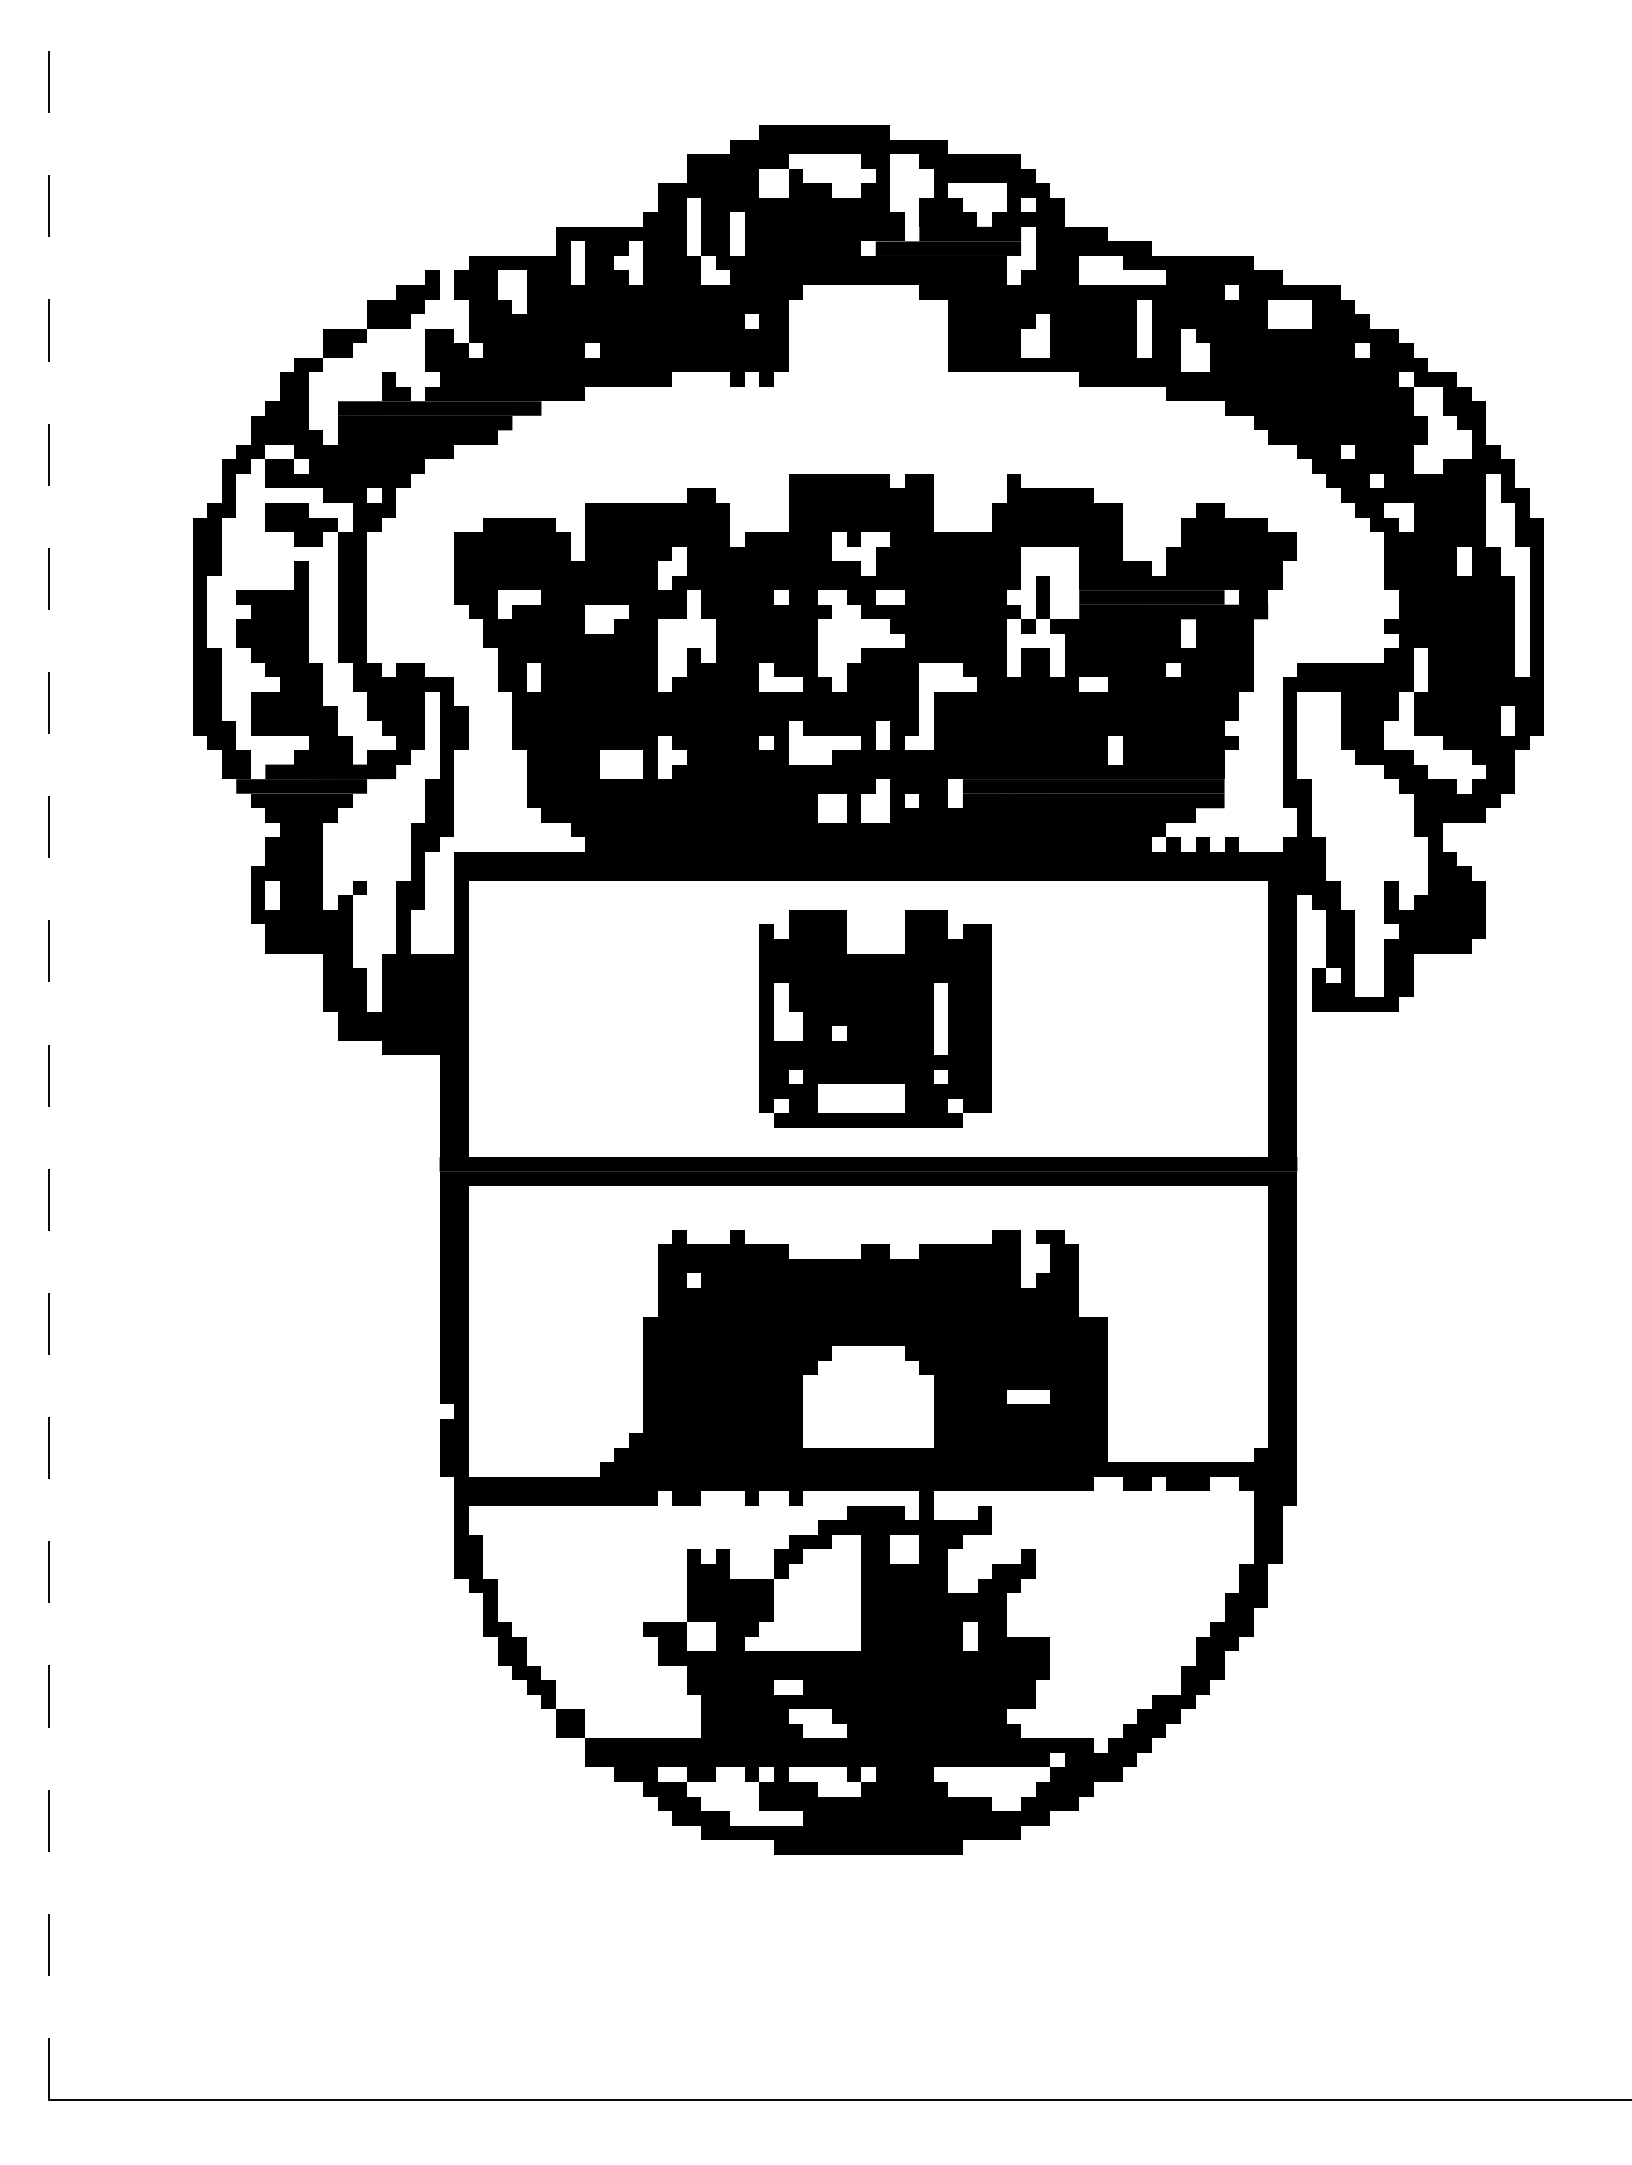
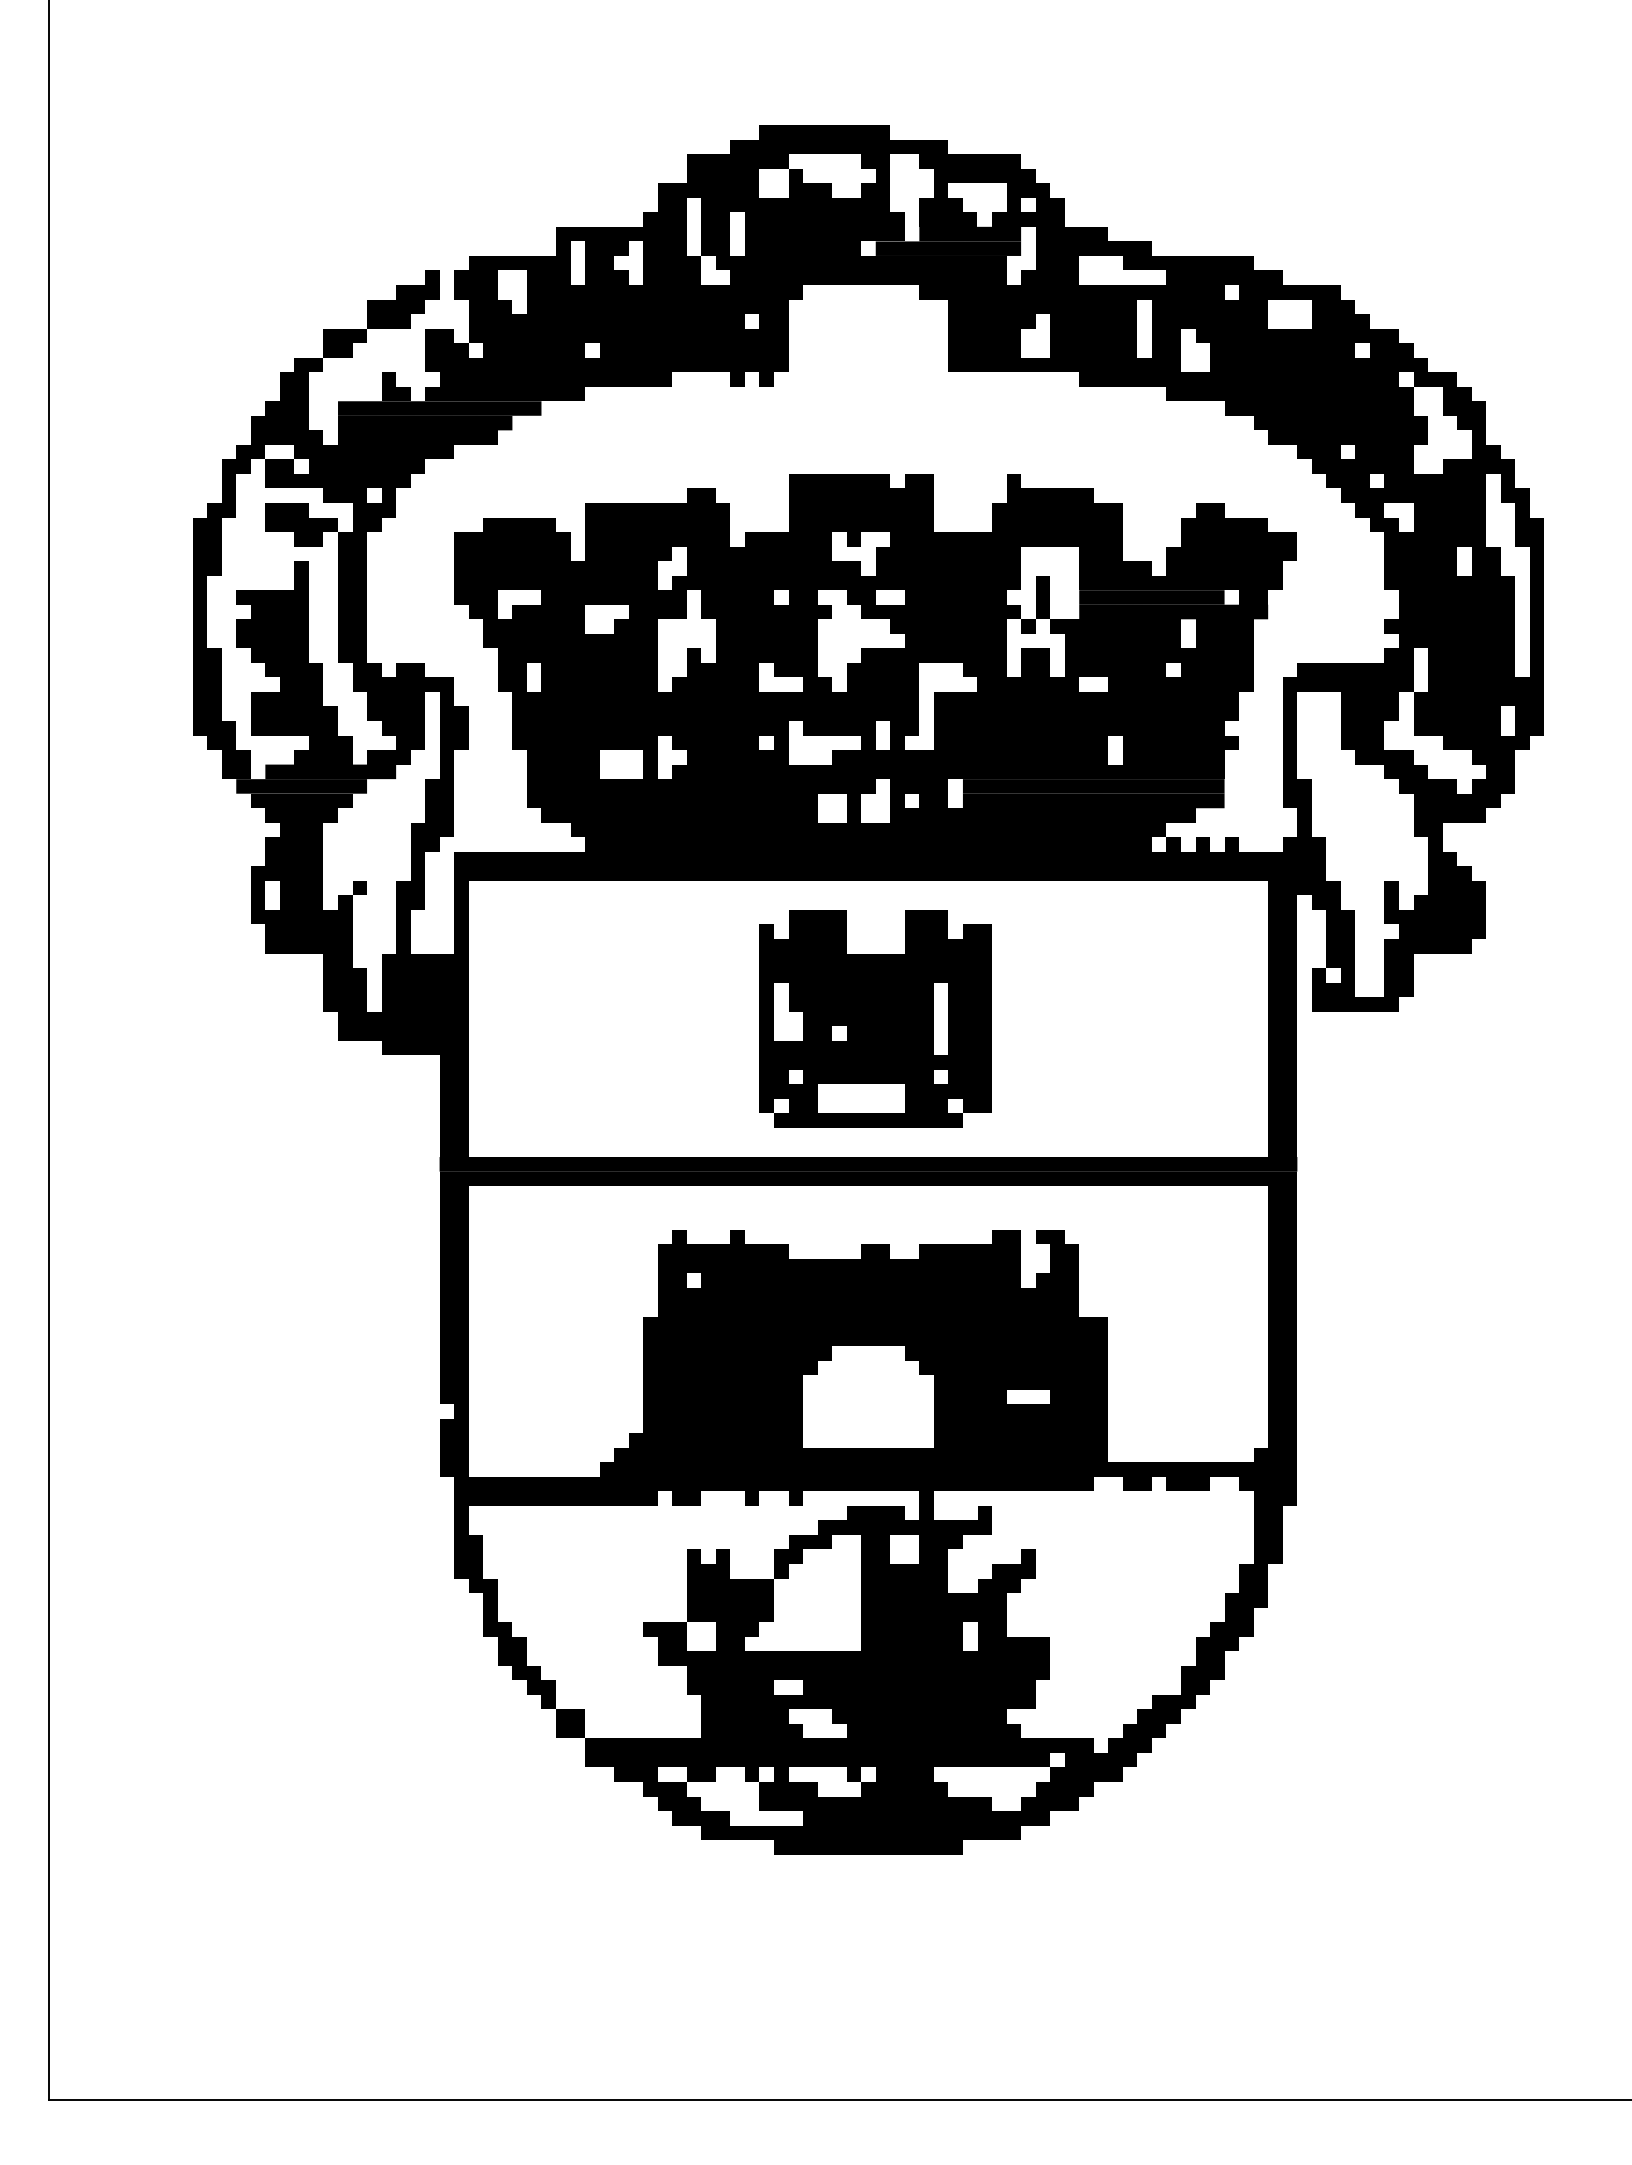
line at (48, 1050): dashed -> solid
